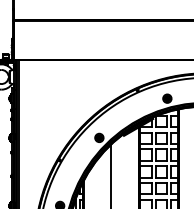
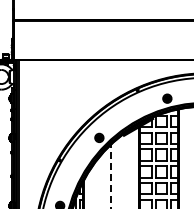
line at (111, 176): solid -> dashed
